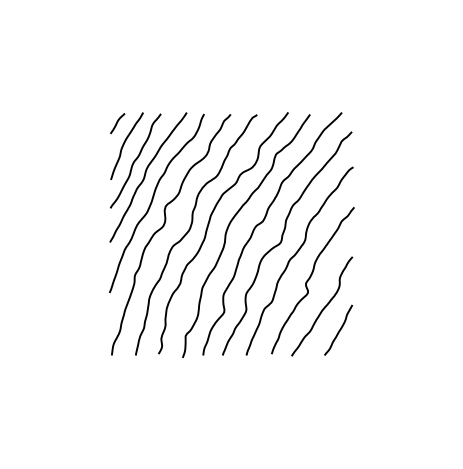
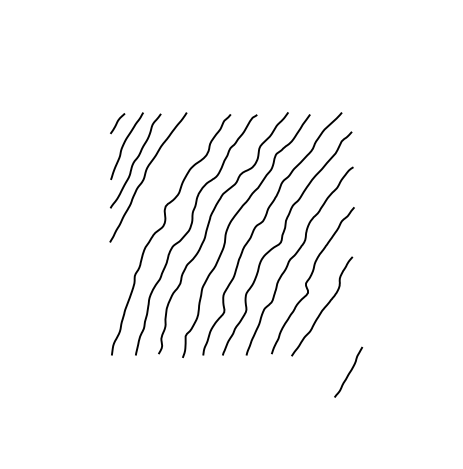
curve at (152, 202): present -> none
curve at (339, 329) position: (339, 329) -> (349, 371)
